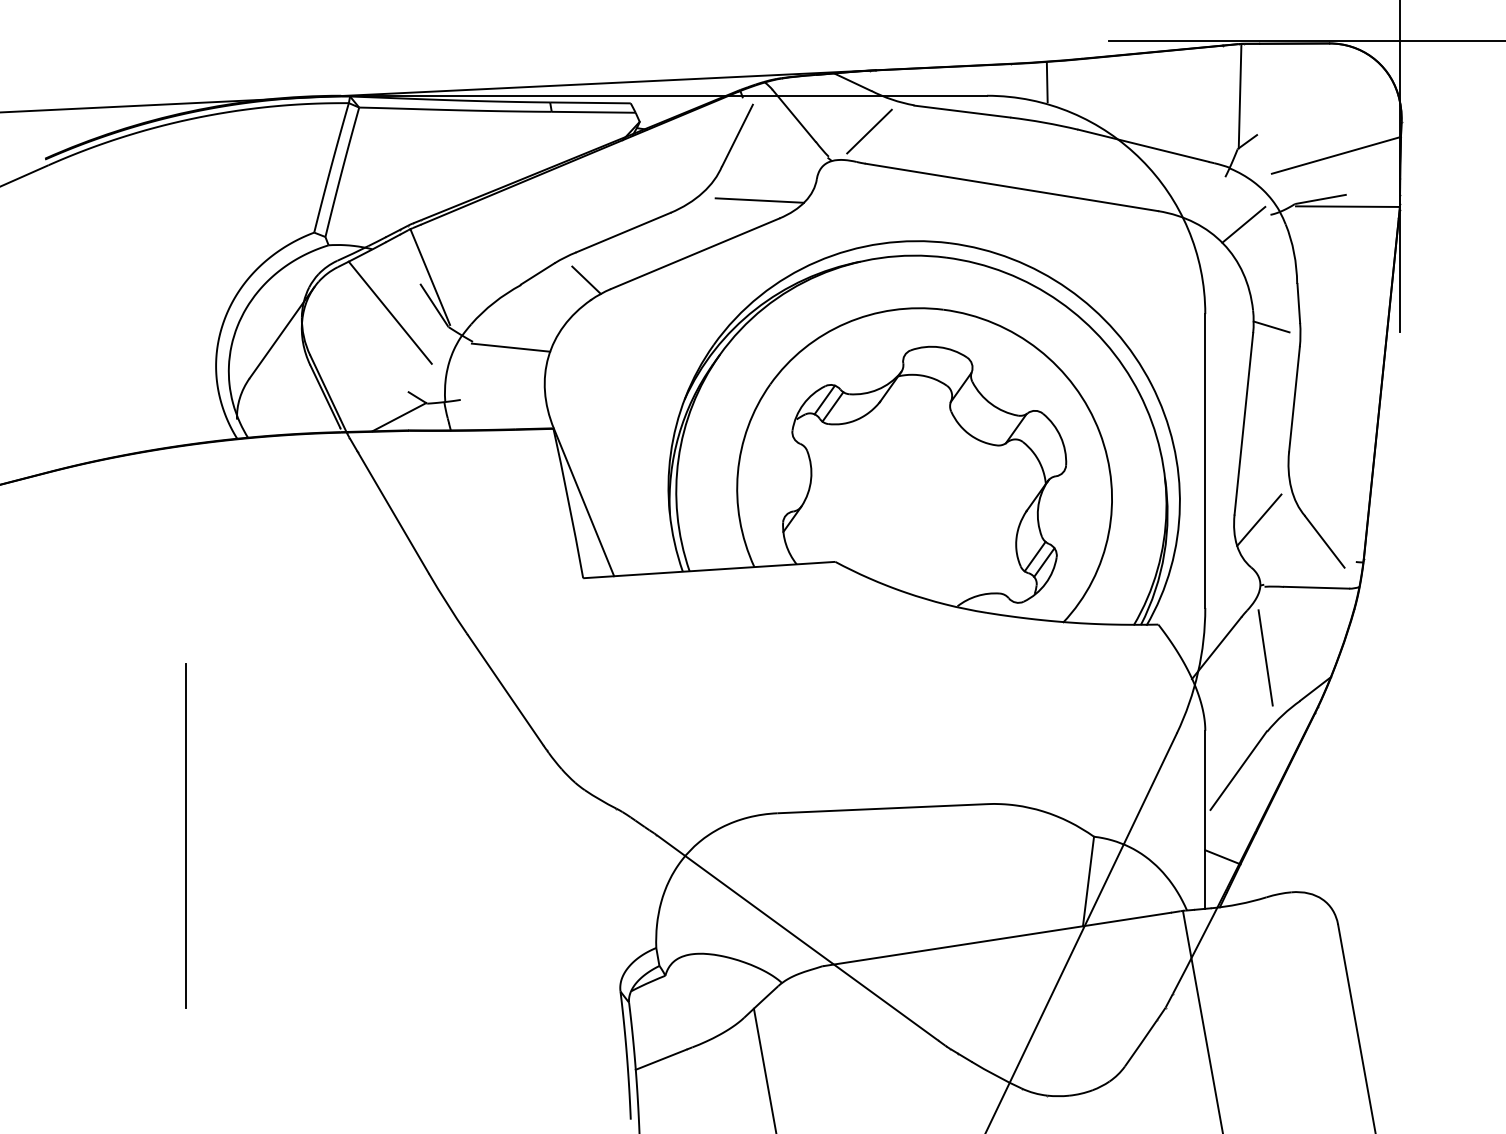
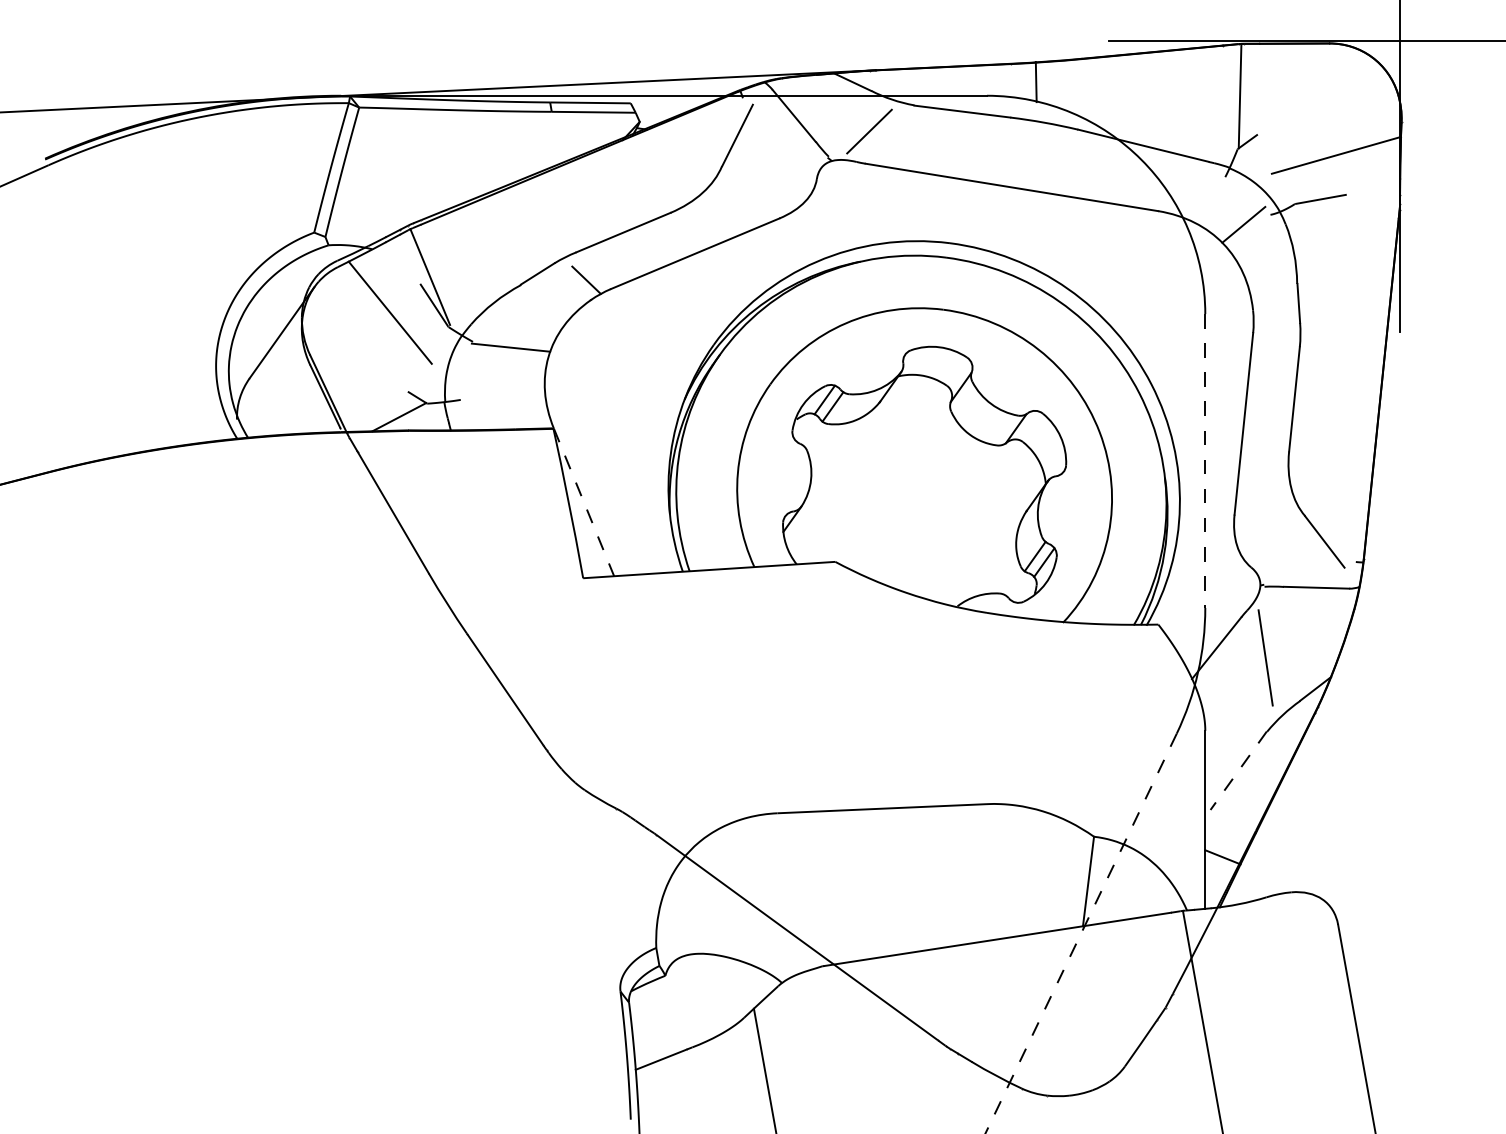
line at (1046, 81) position: (1046, 81) -> (1035, 81)
line at (759, 200): present -> none
line at (1347, 206): present -> none
line at (1271, 326): present -> none
line at (1205, 461): solid -> dashed
line at (584, 502): solid -> dashed
line at (1259, 519): present -> none
line at (1238, 771): solid -> dashed
line at (186, 835): present -> none
line at (1081, 933): solid -> dashed
